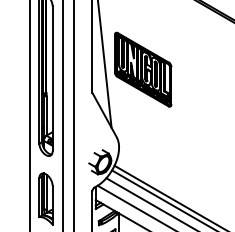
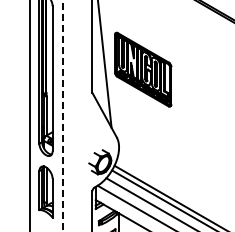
line at (62, 115): solid -> dashed
line at (73, 115): present -> none
part at (45, 198) position: (45, 198) -> (45, 191)
